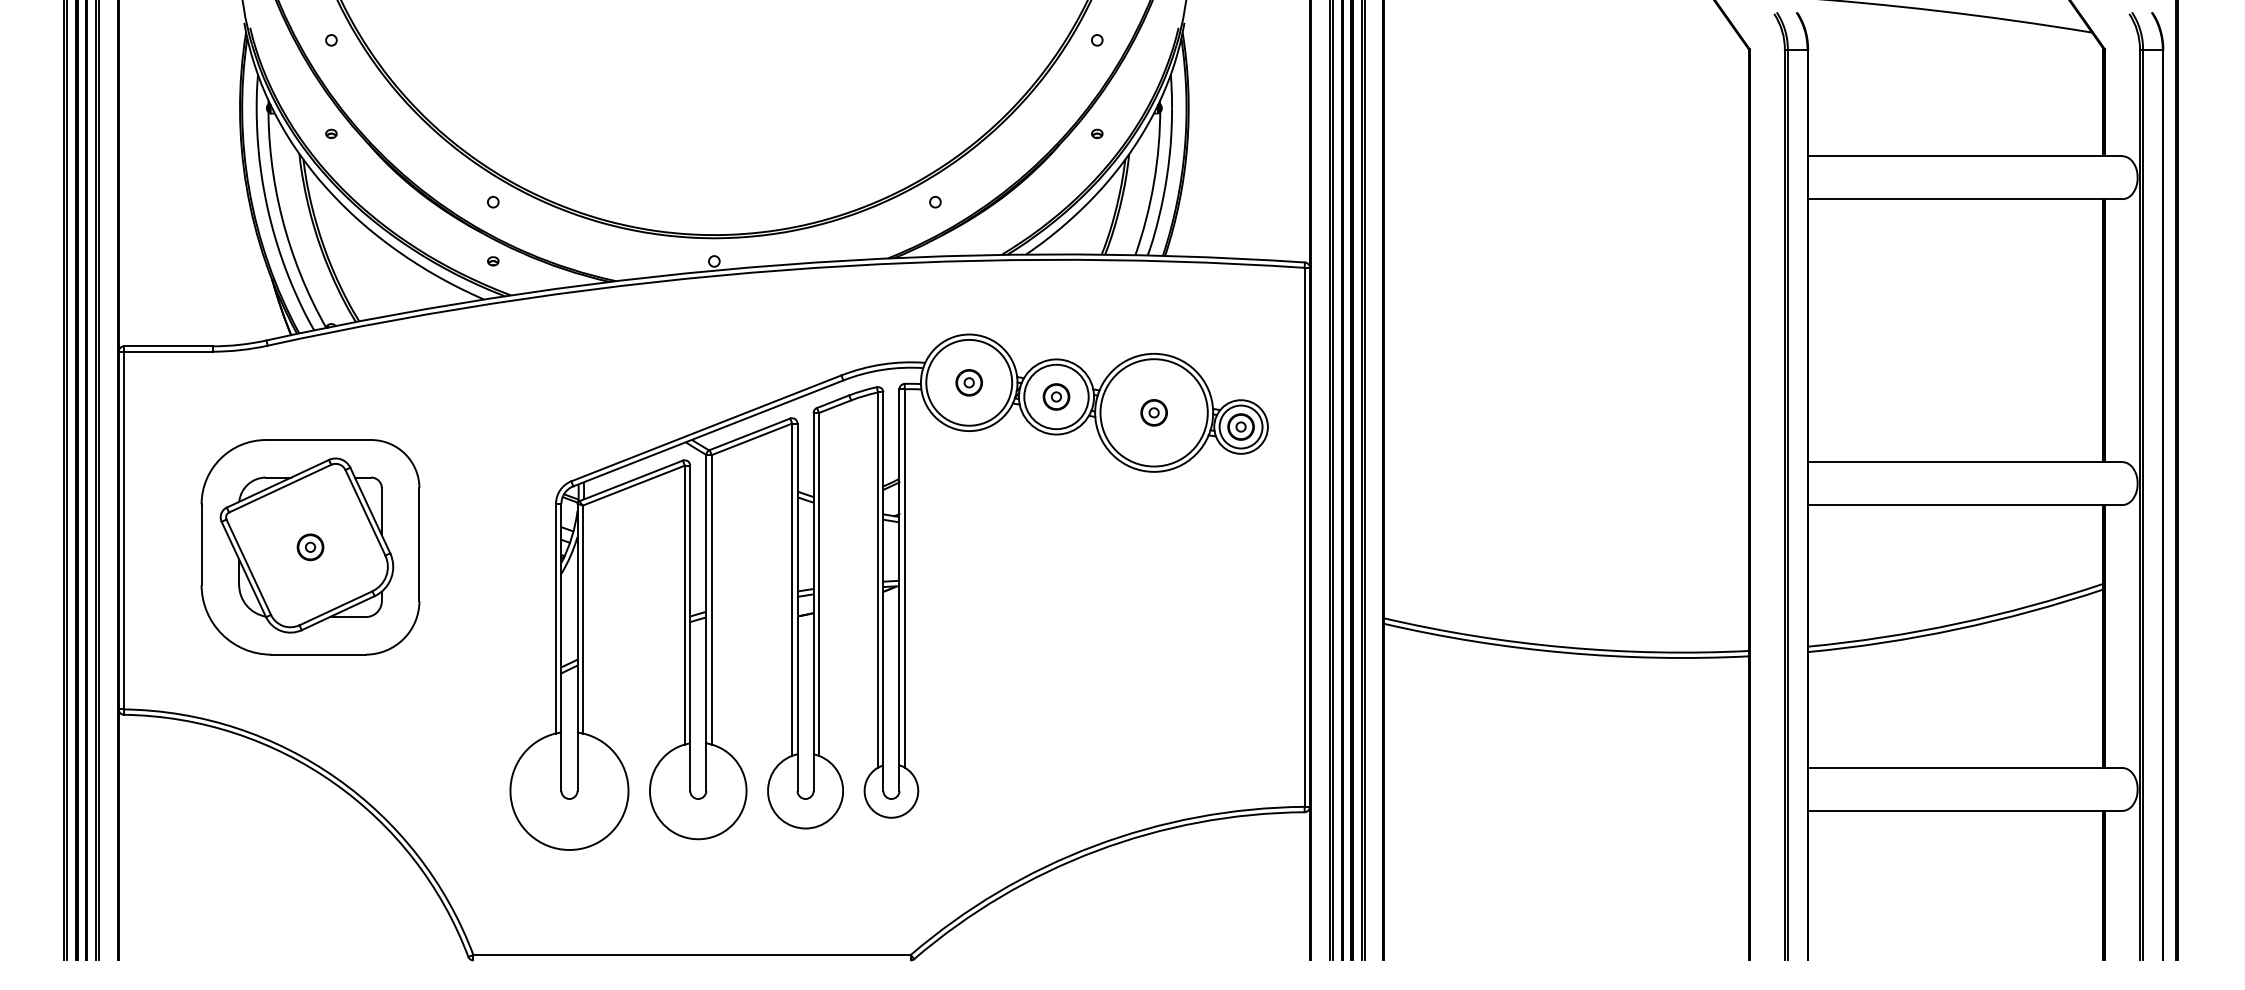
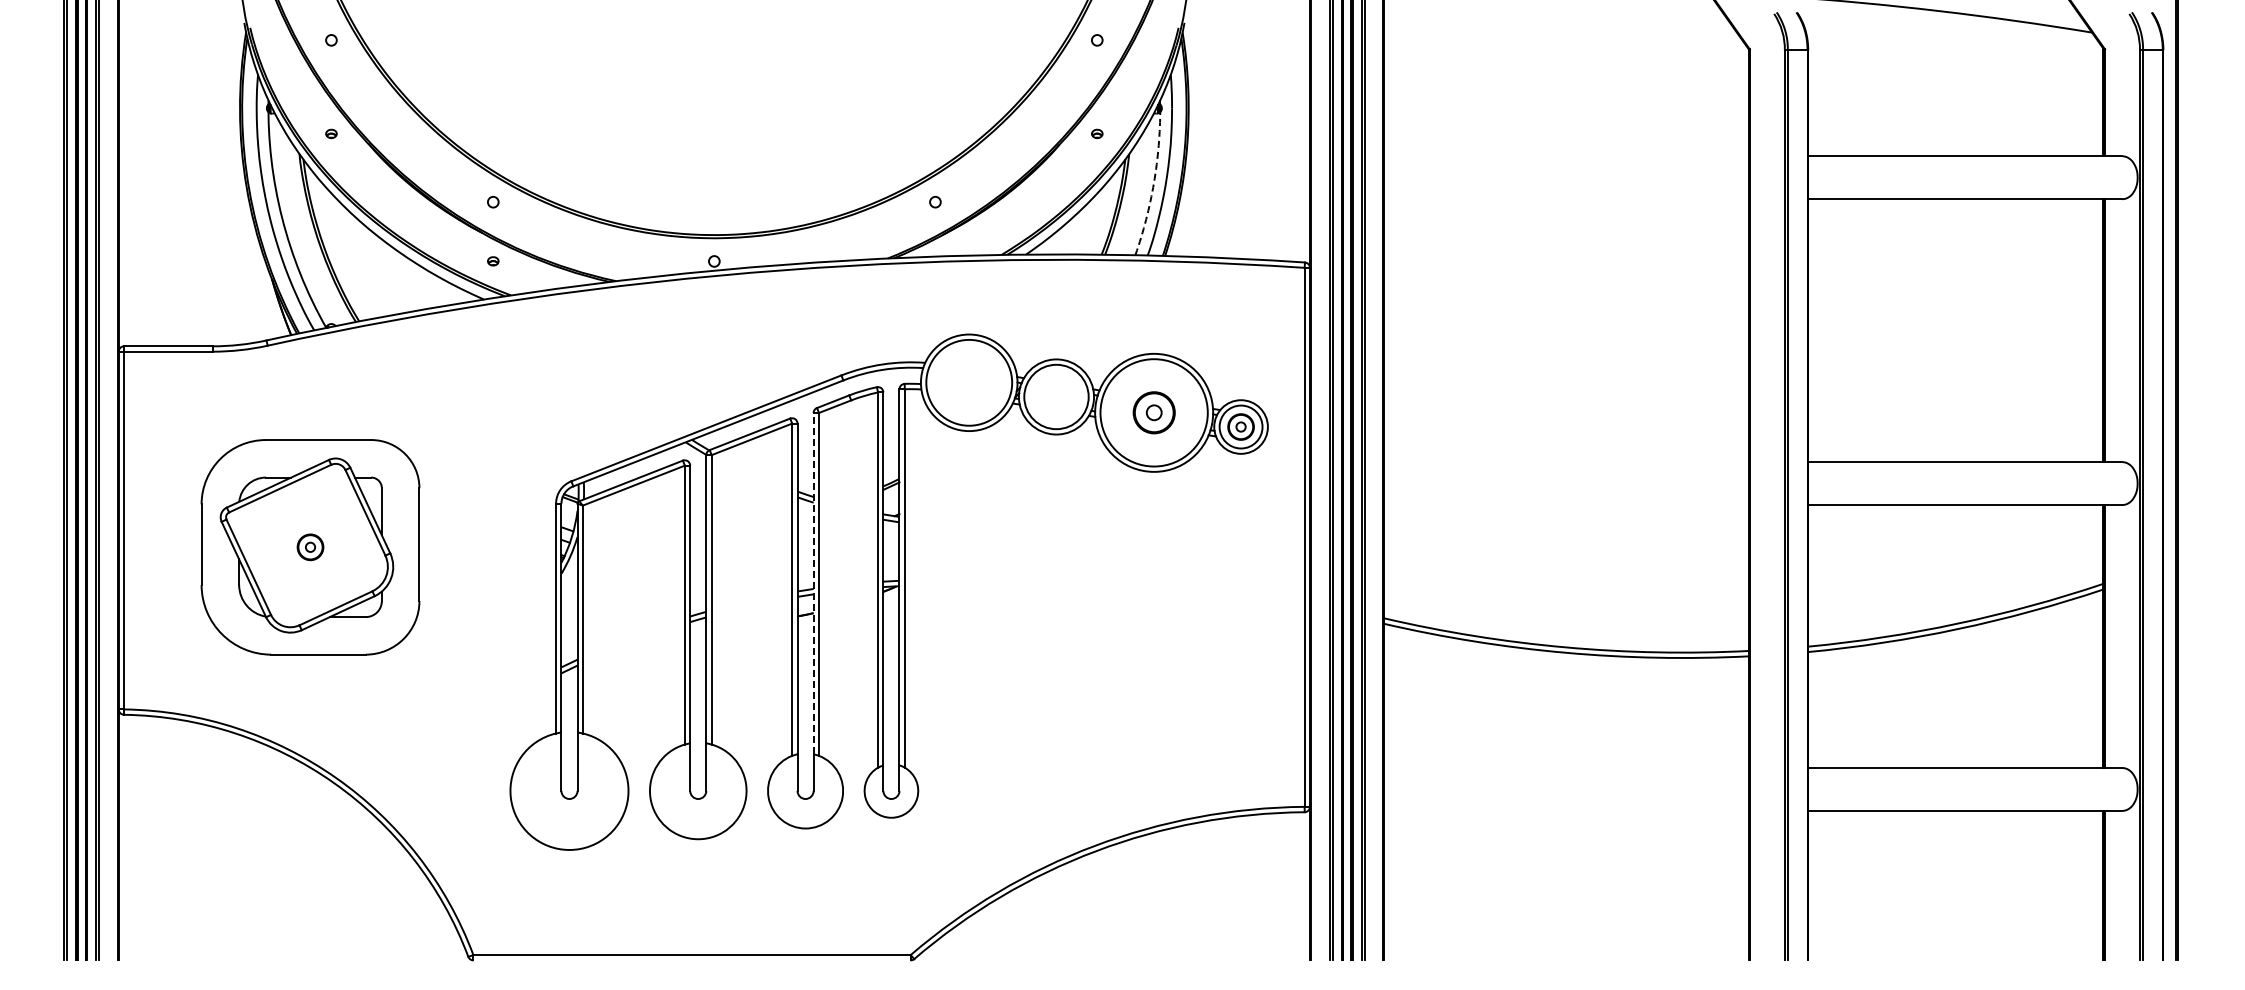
arc at (1154, 182): solid -> dashed
part at (968, 382): present -> none
part at (1056, 396): present -> none
part at (1153, 412) size: 28x28 px -> 44x44 px
line at (813, 583): solid -> dashed
